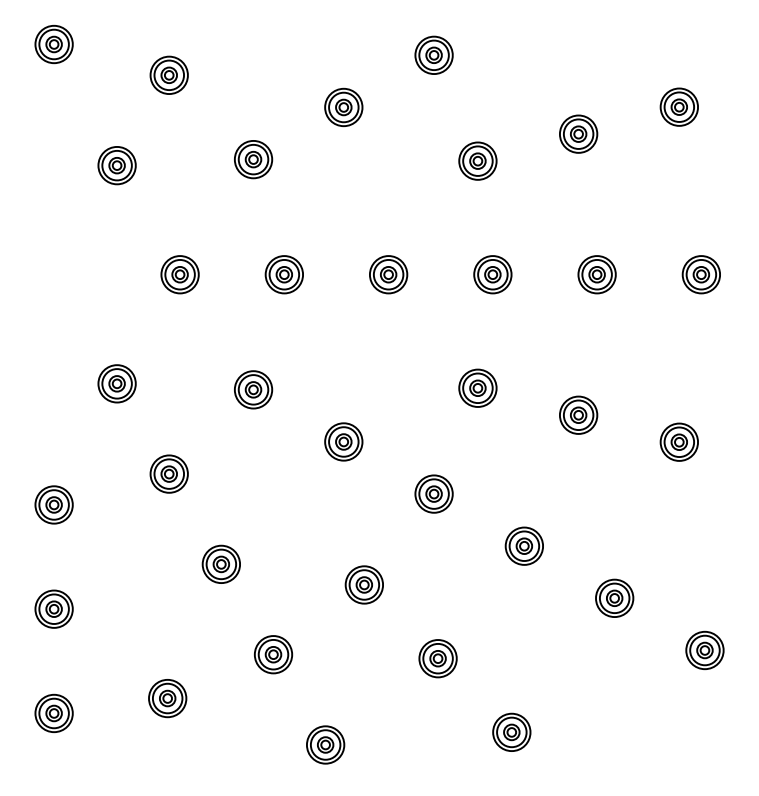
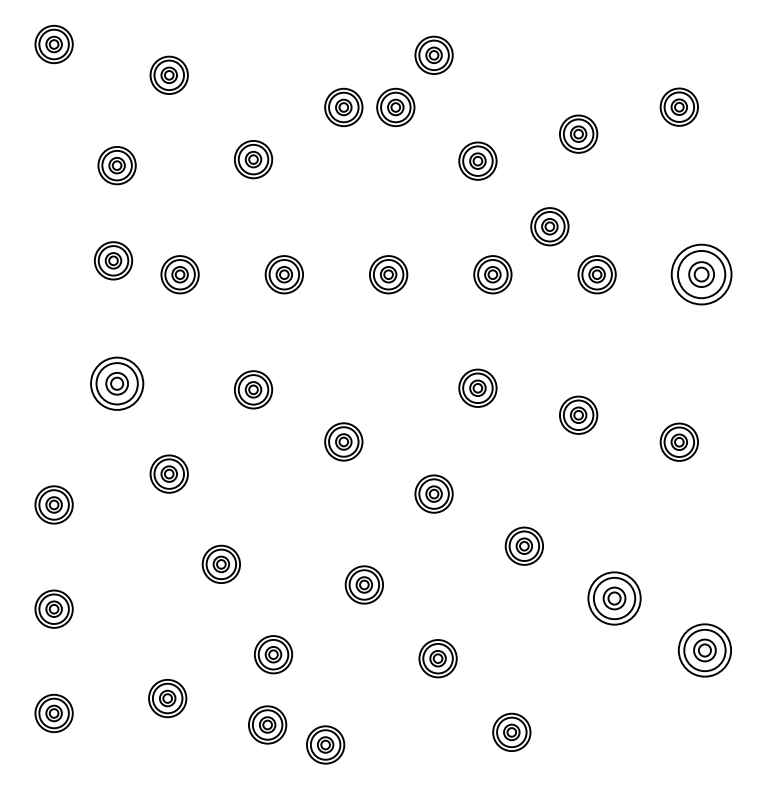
part at (395, 106): none -> present
part at (549, 226): none -> present
part at (113, 260): none -> present
part at (700, 274) size: 40x40 px -> 63x63 px
part at (116, 383) size: 40x40 px -> 55x55 px
part at (614, 597) size: 40x40 px -> 55x55 px
part at (704, 650) size: 40x41 px -> 55x55 px
part at (267, 724): none -> present
